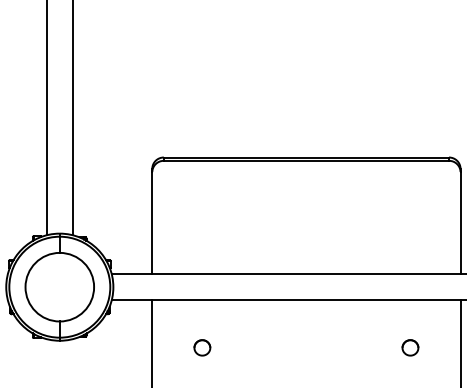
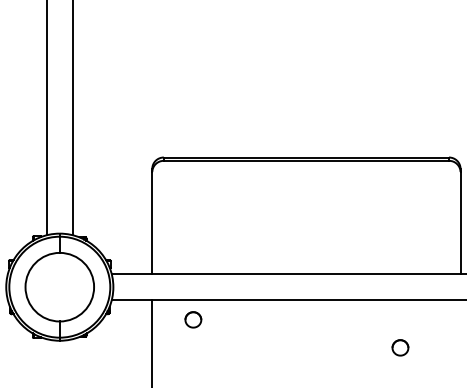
line at (460, 342): present -> none
part at (202, 347) position: (202, 347) -> (193, 319)
part at (410, 347) position: (410, 347) -> (400, 347)
